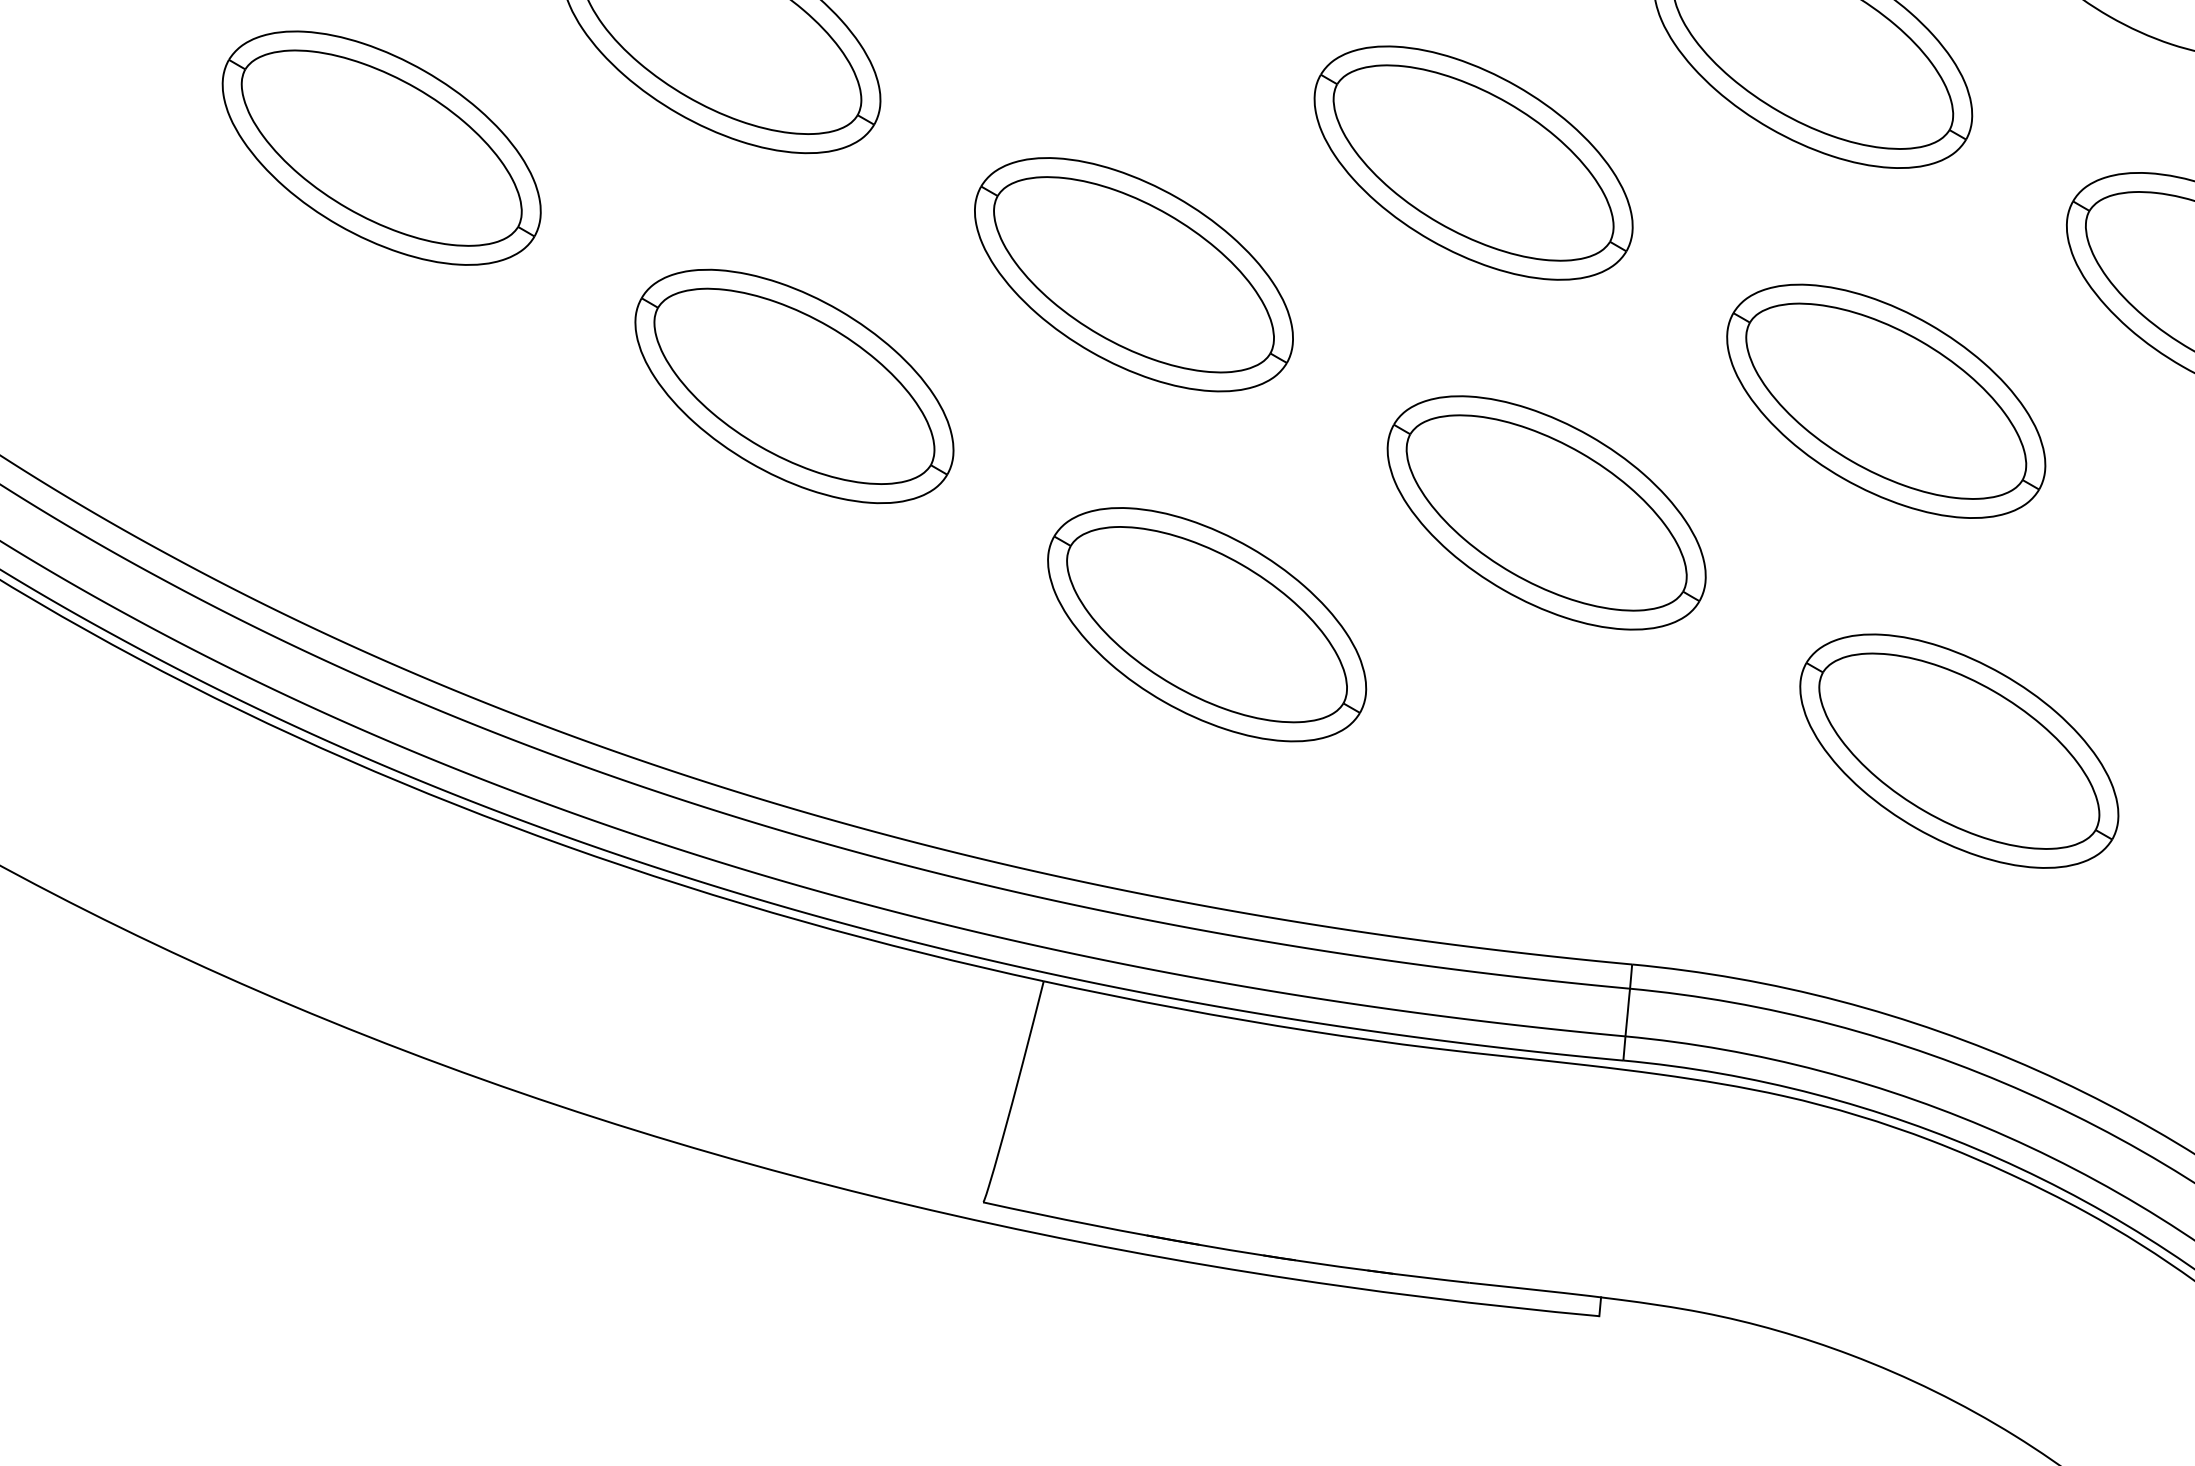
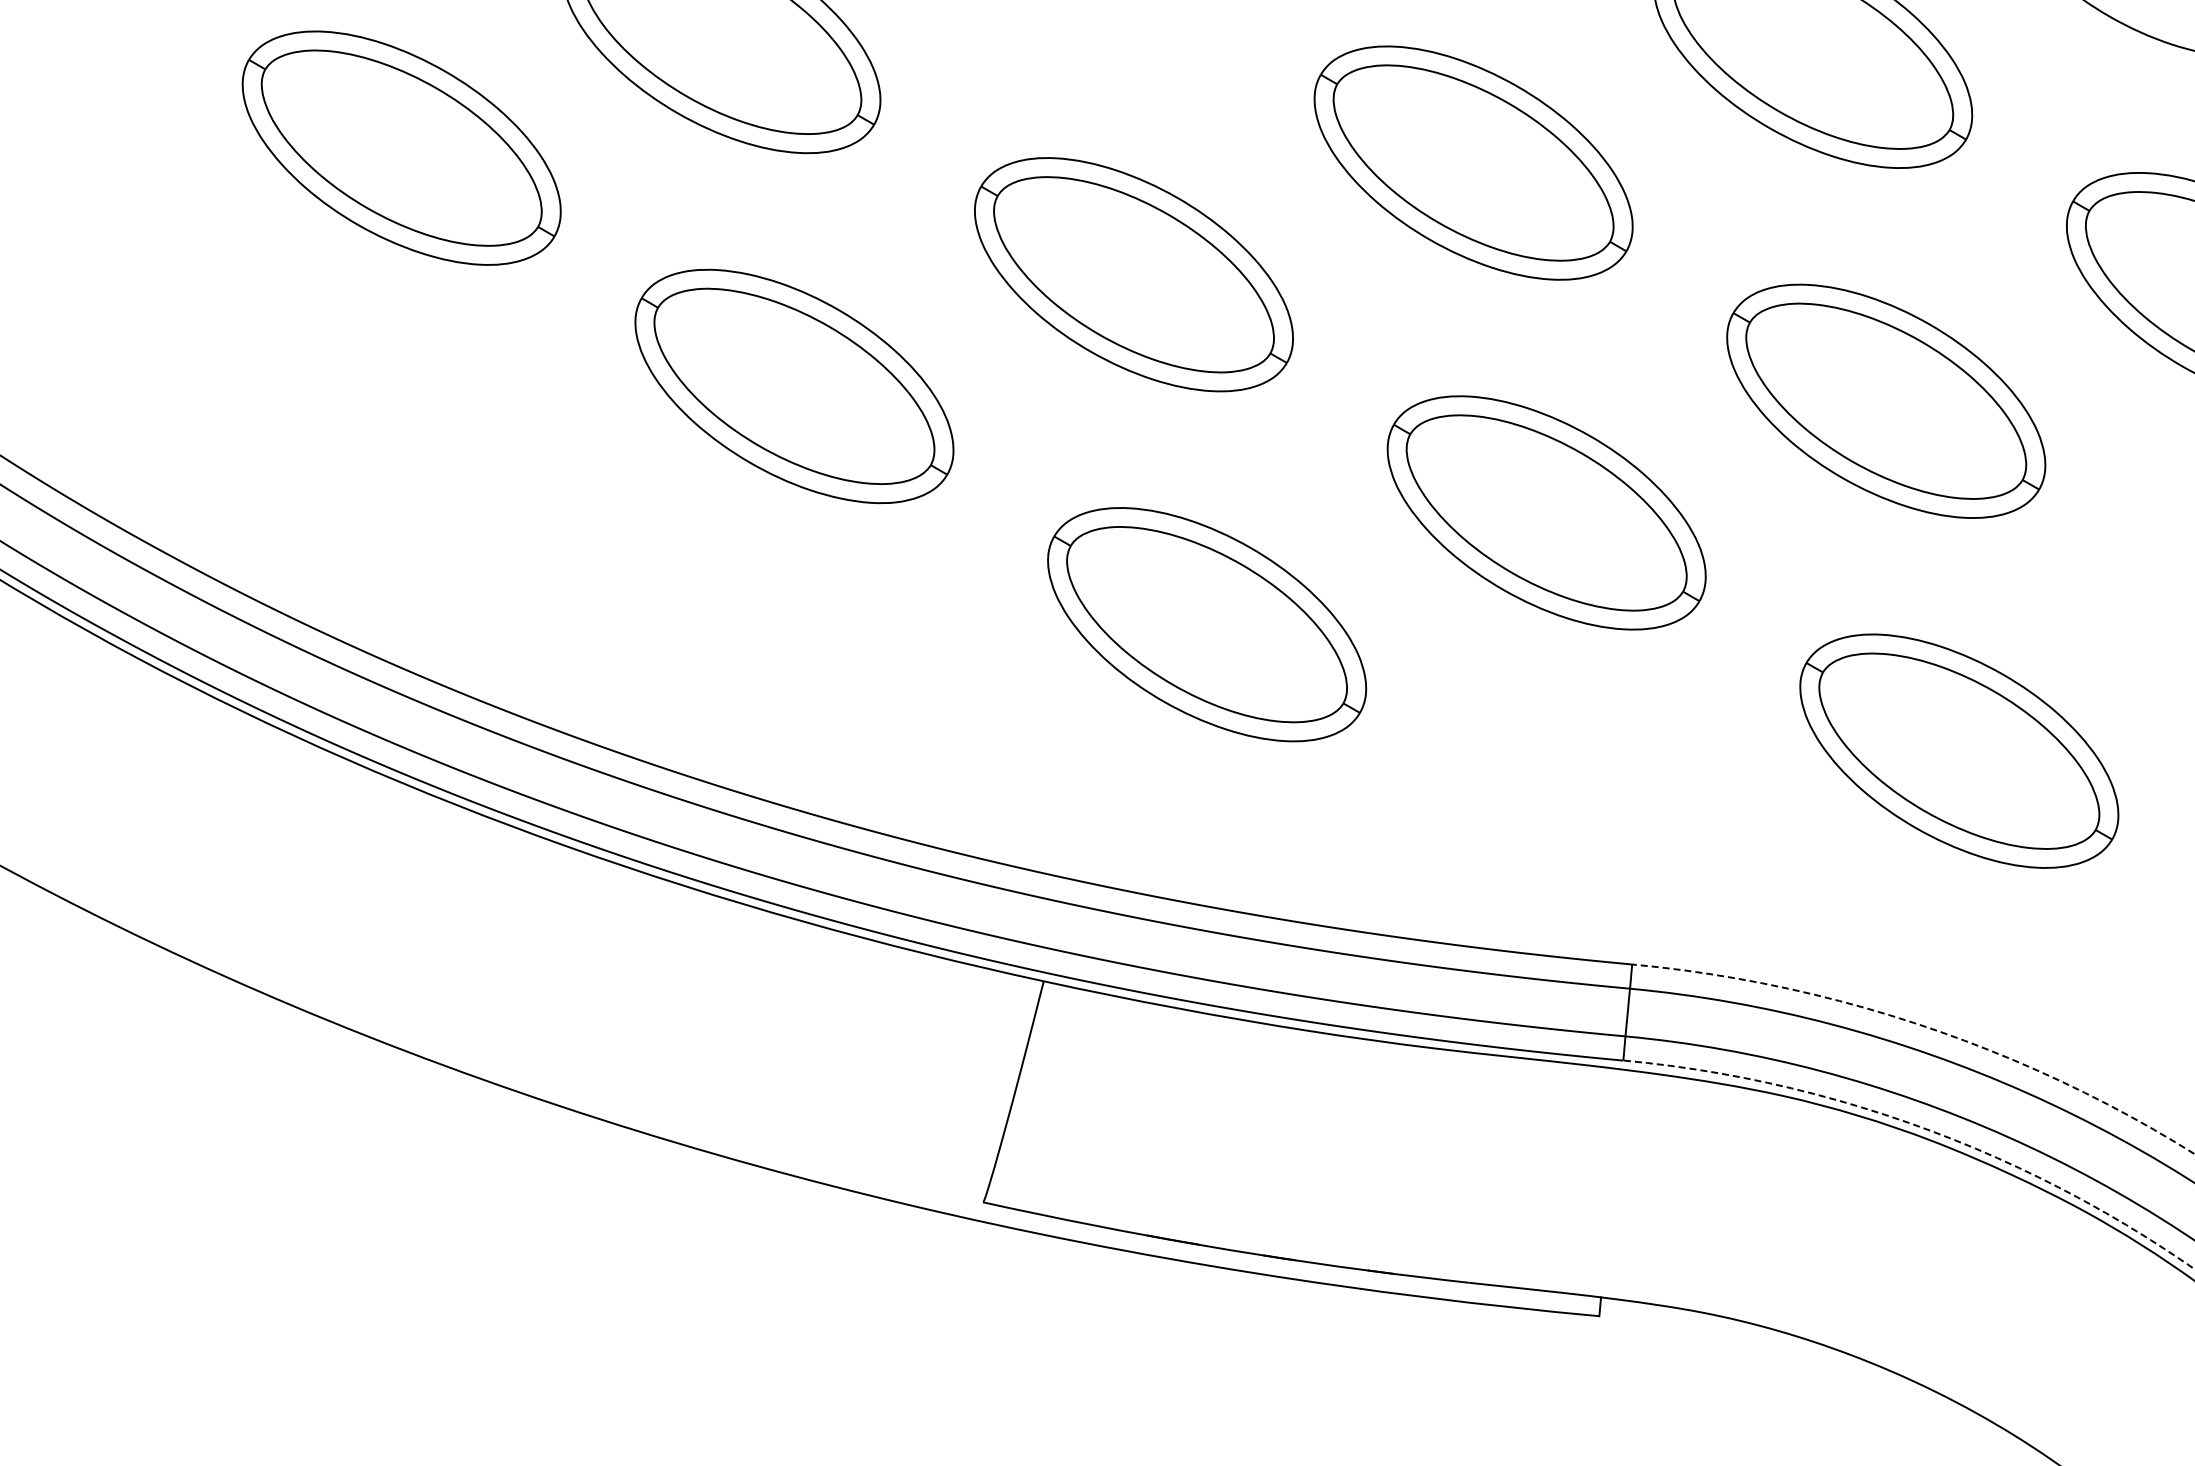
part at (381, 147) position: (381, 147) -> (401, 147)
arc at (1925, 1026): solid -> dashed
arc at (1923, 1128): solid -> dashed
